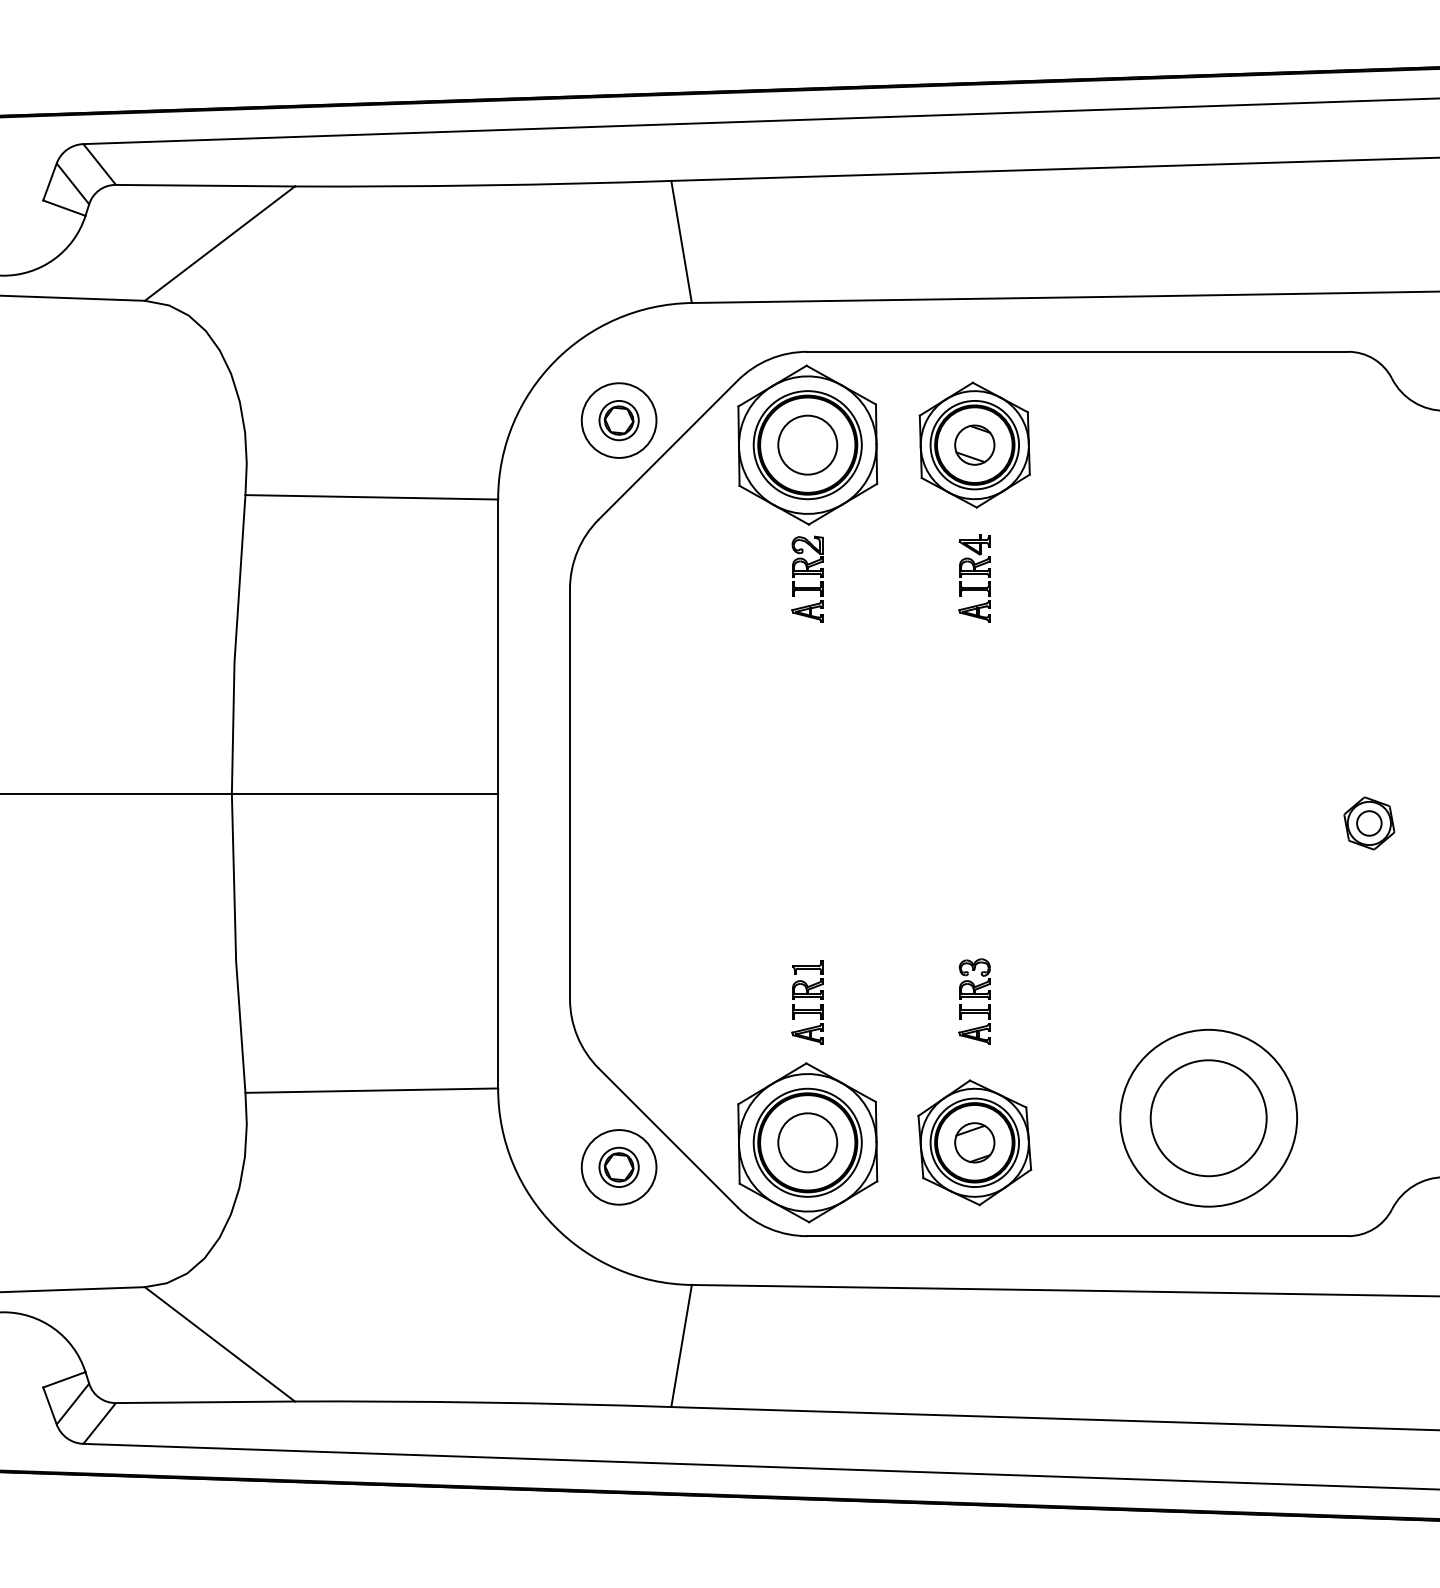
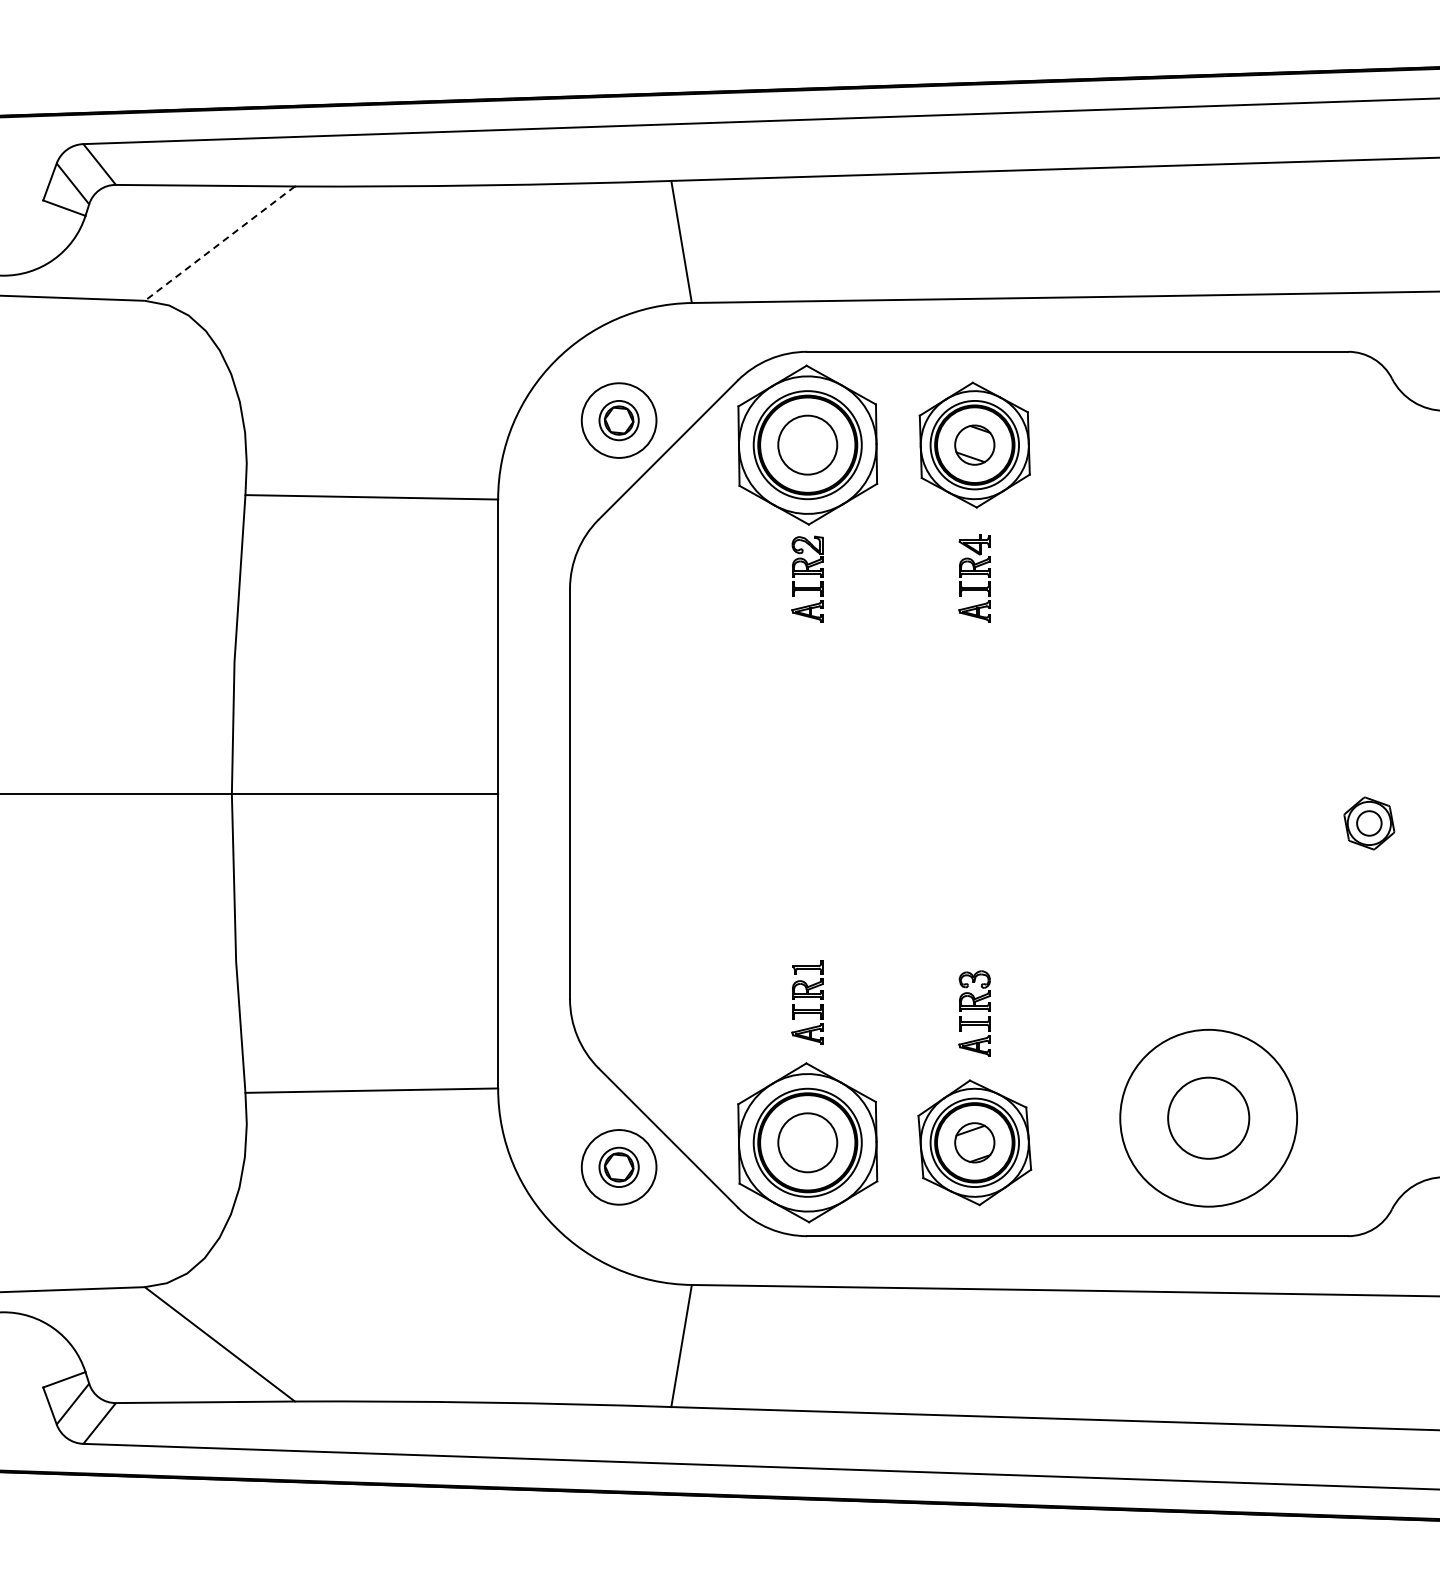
line at (219, 243): solid -> dashed
part at (974, 1001) position: (974, 1001) -> (974, 1013)
circle at (1208, 1118) diameter: 116 px -> 81 px
